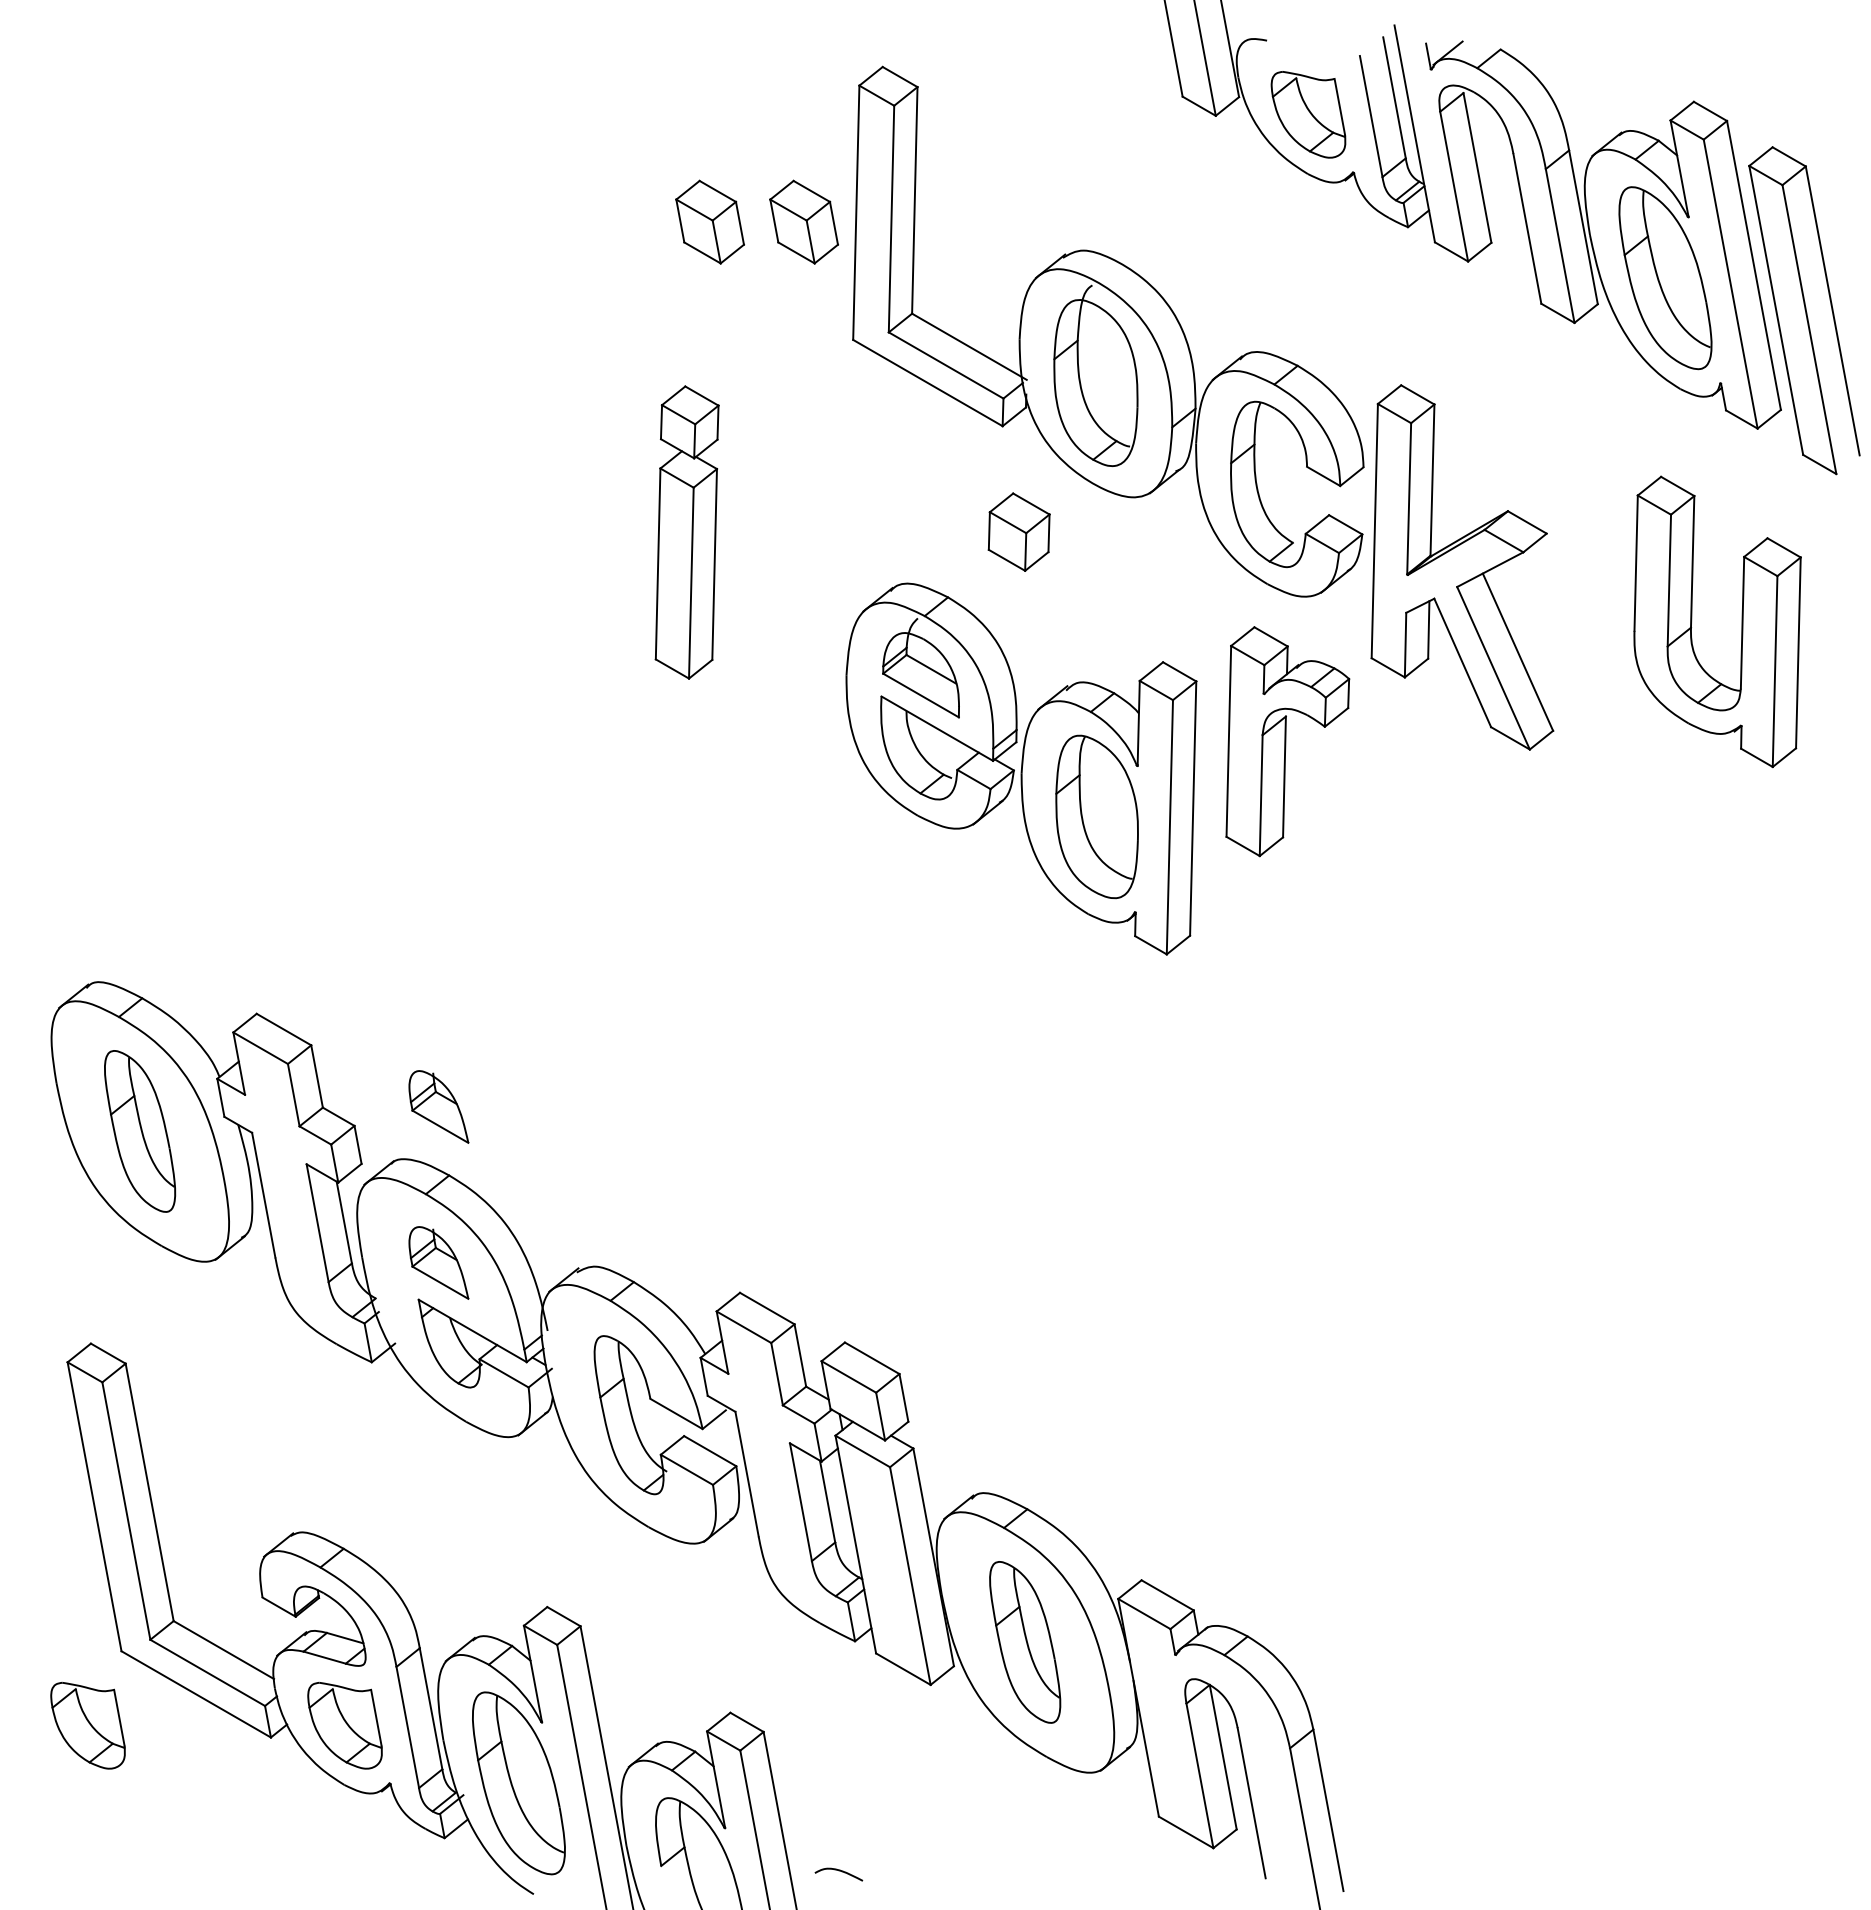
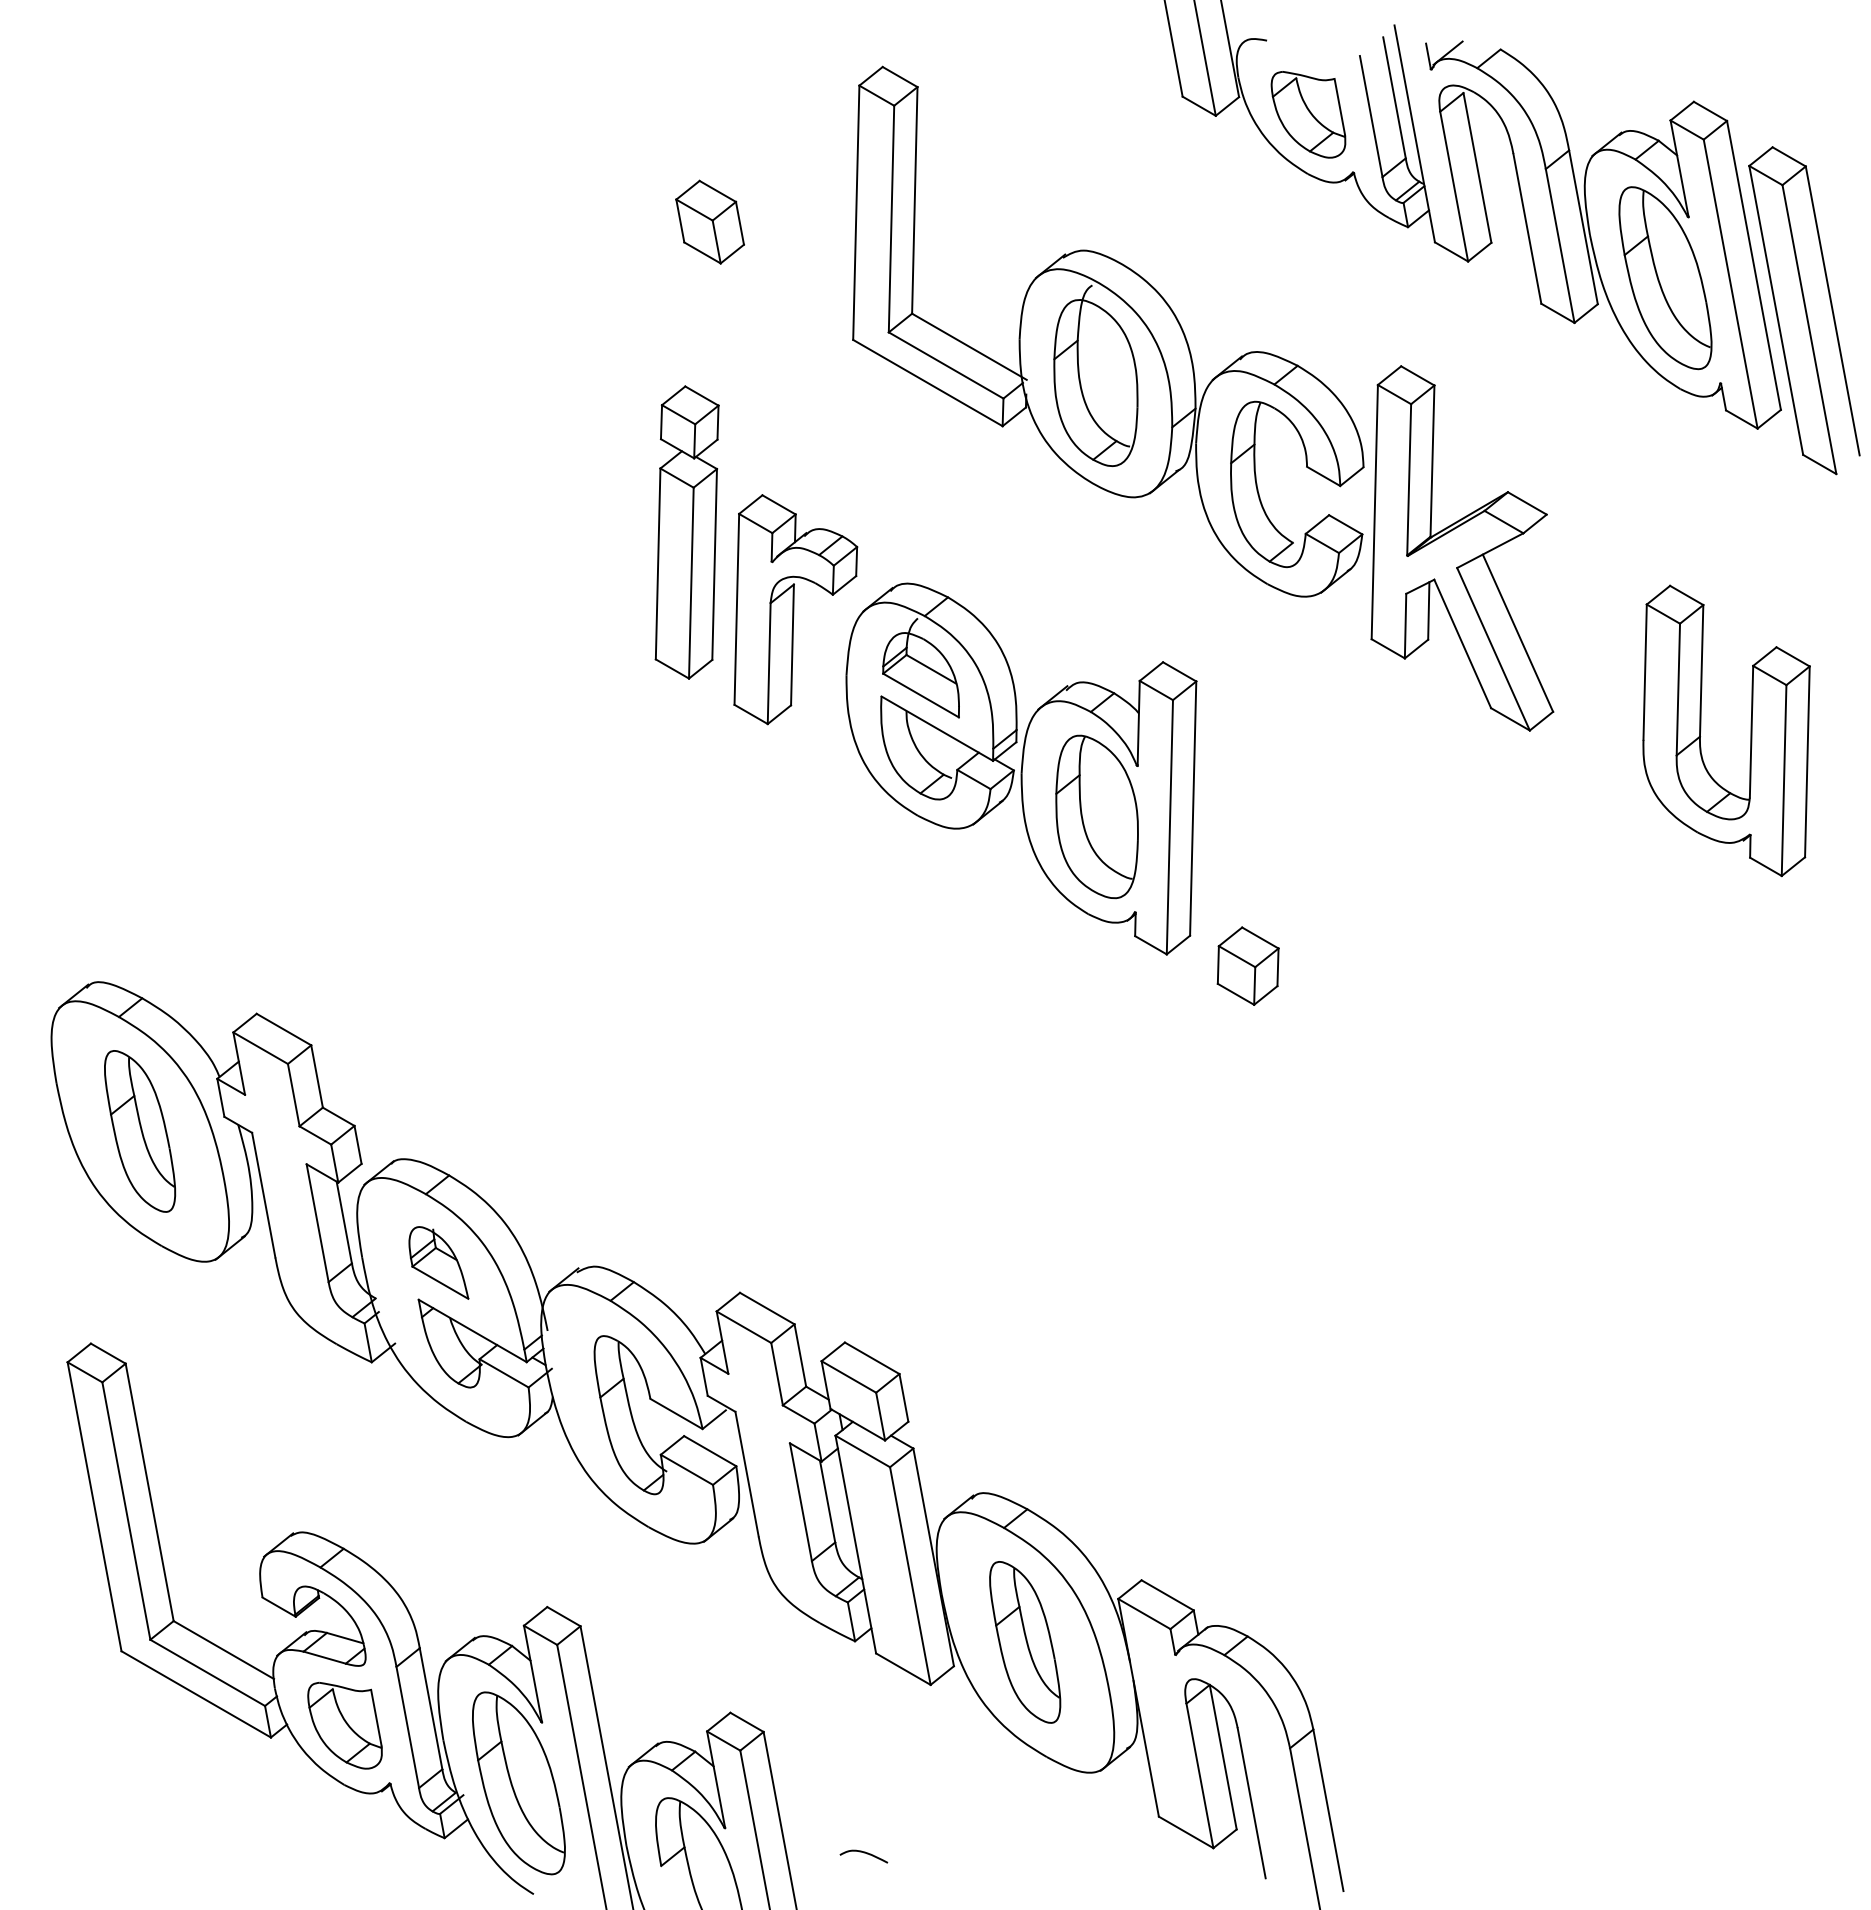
part at (803, 221): present -> none
part at (1018, 531) position: (1018, 531) -> (1247, 965)
part at (1462, 567) position: (1462, 567) -> (1462, 548)
part at (1741, 621) position: (1741, 621) -> (1750, 730)
part at (1287, 741) position: (1287, 741) -> (795, 609)
part at (438, 1106): present -> none
part at (87, 1725): present -> none
curve at (838, 1871) position: (838, 1871) -> (863, 1853)
